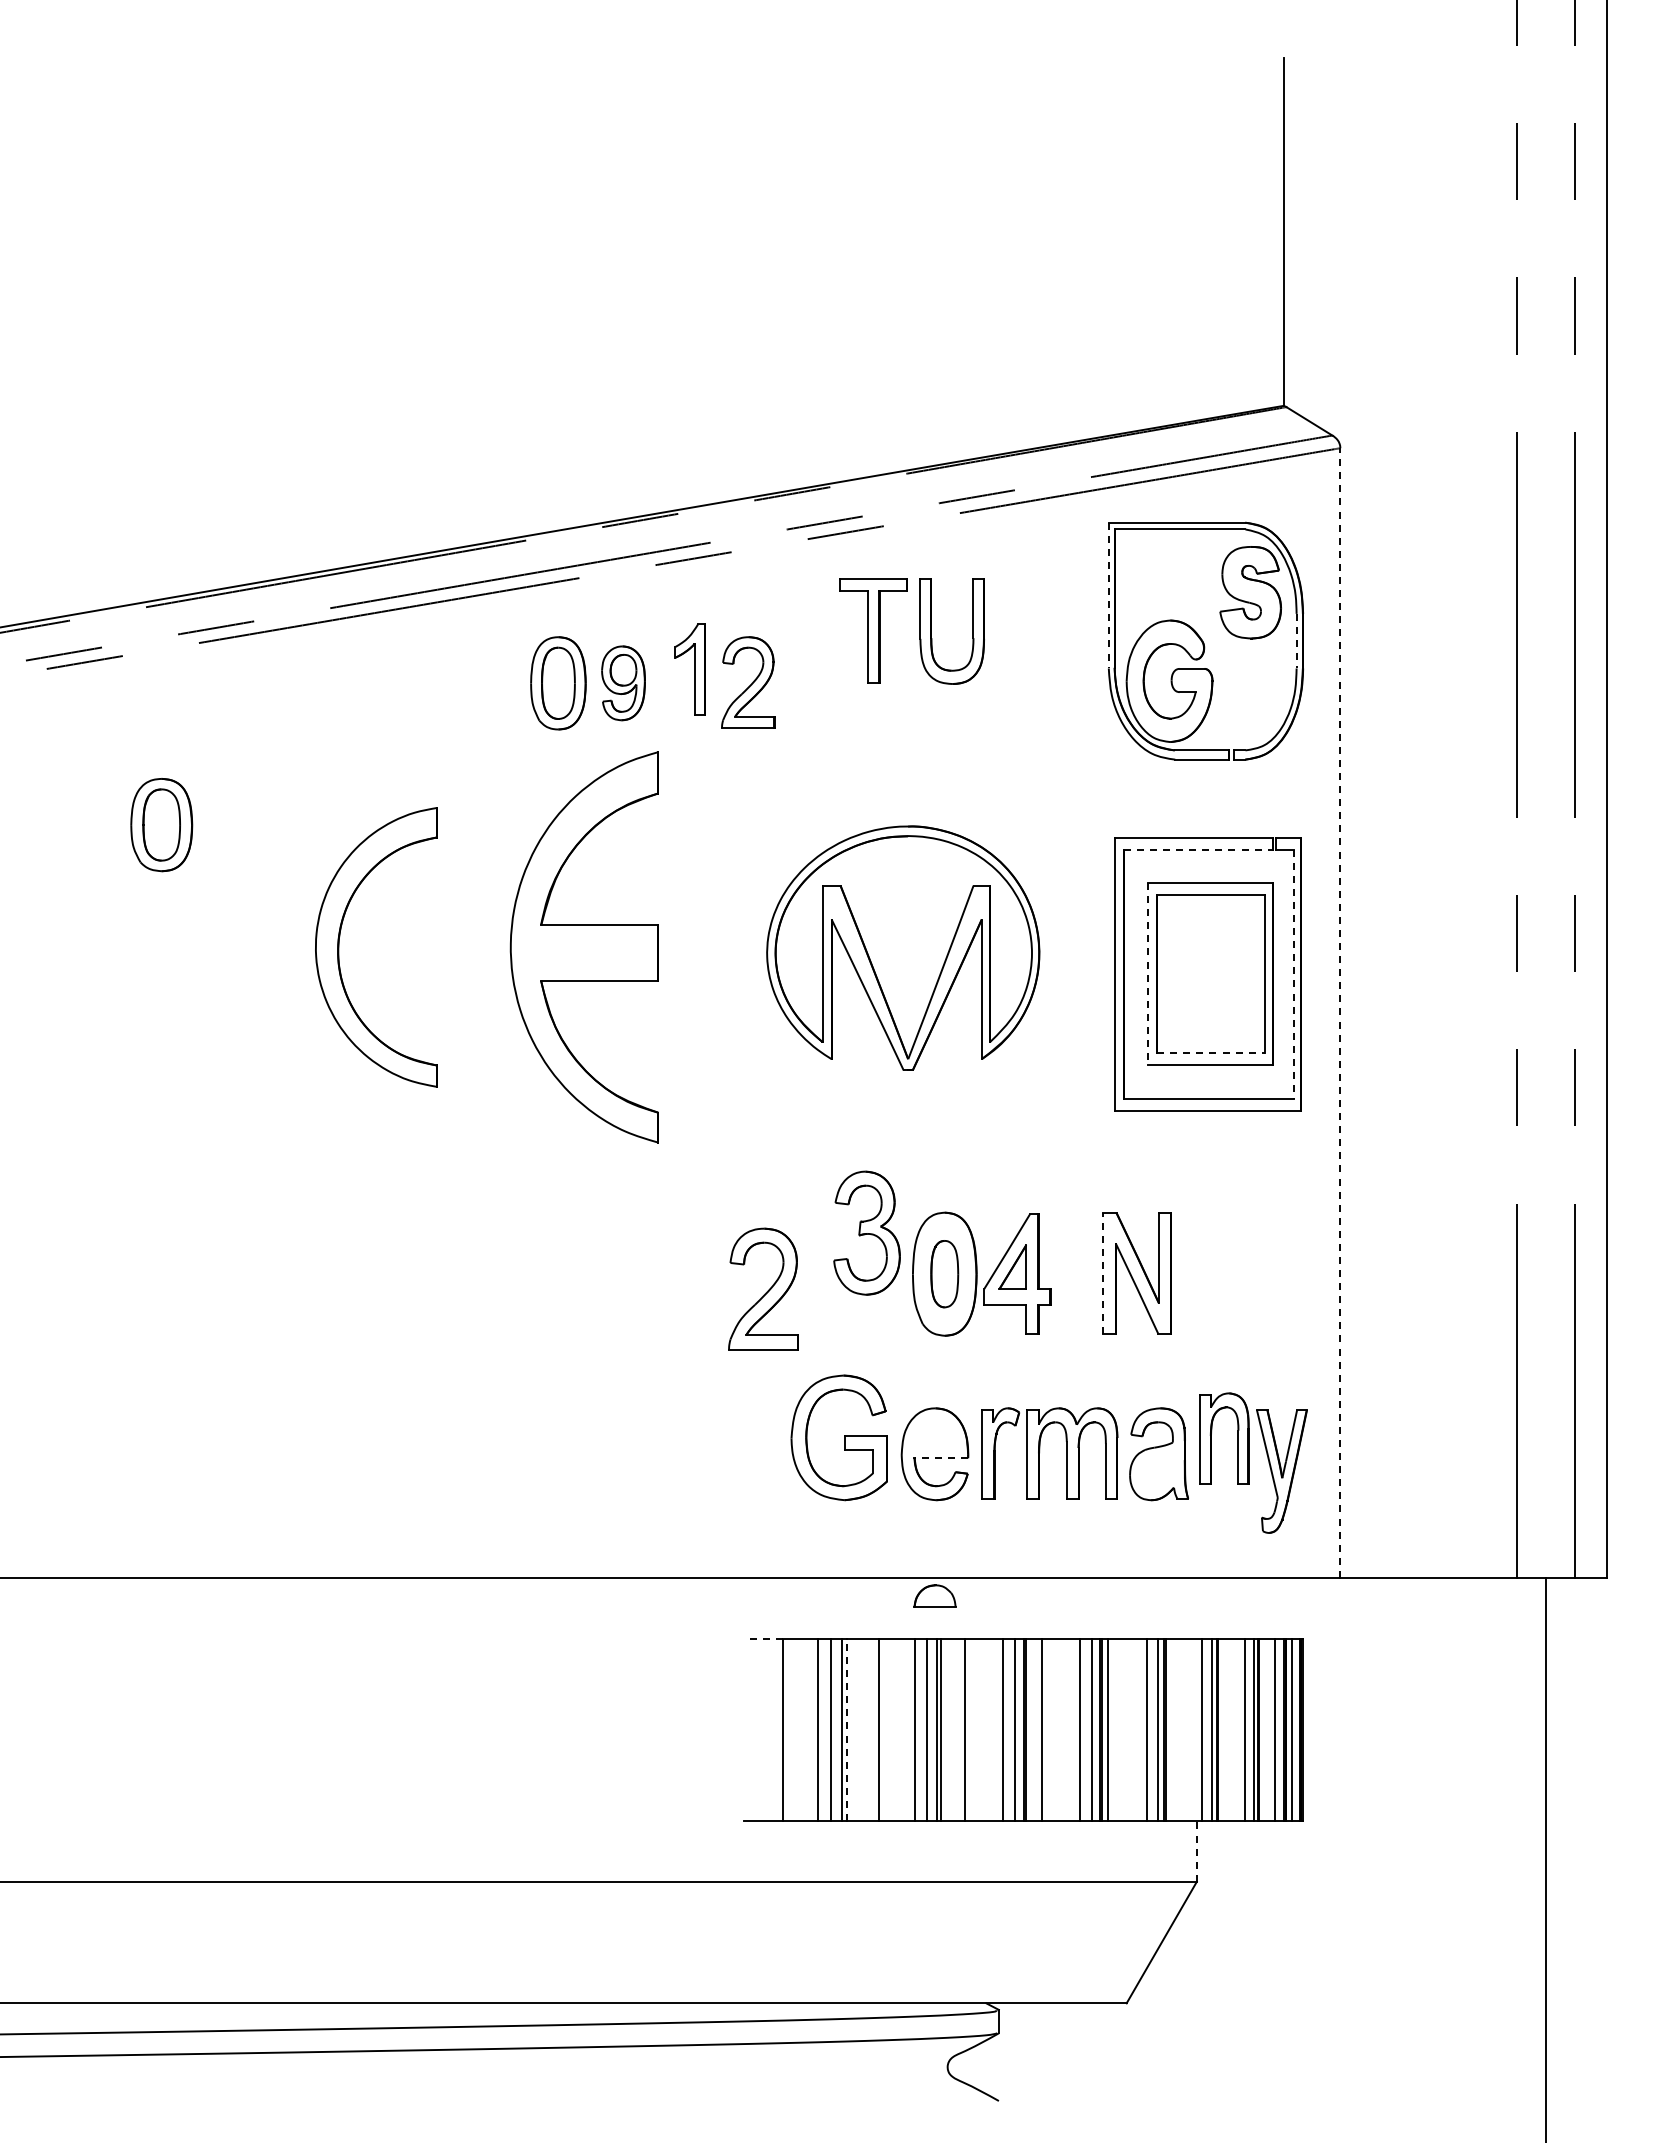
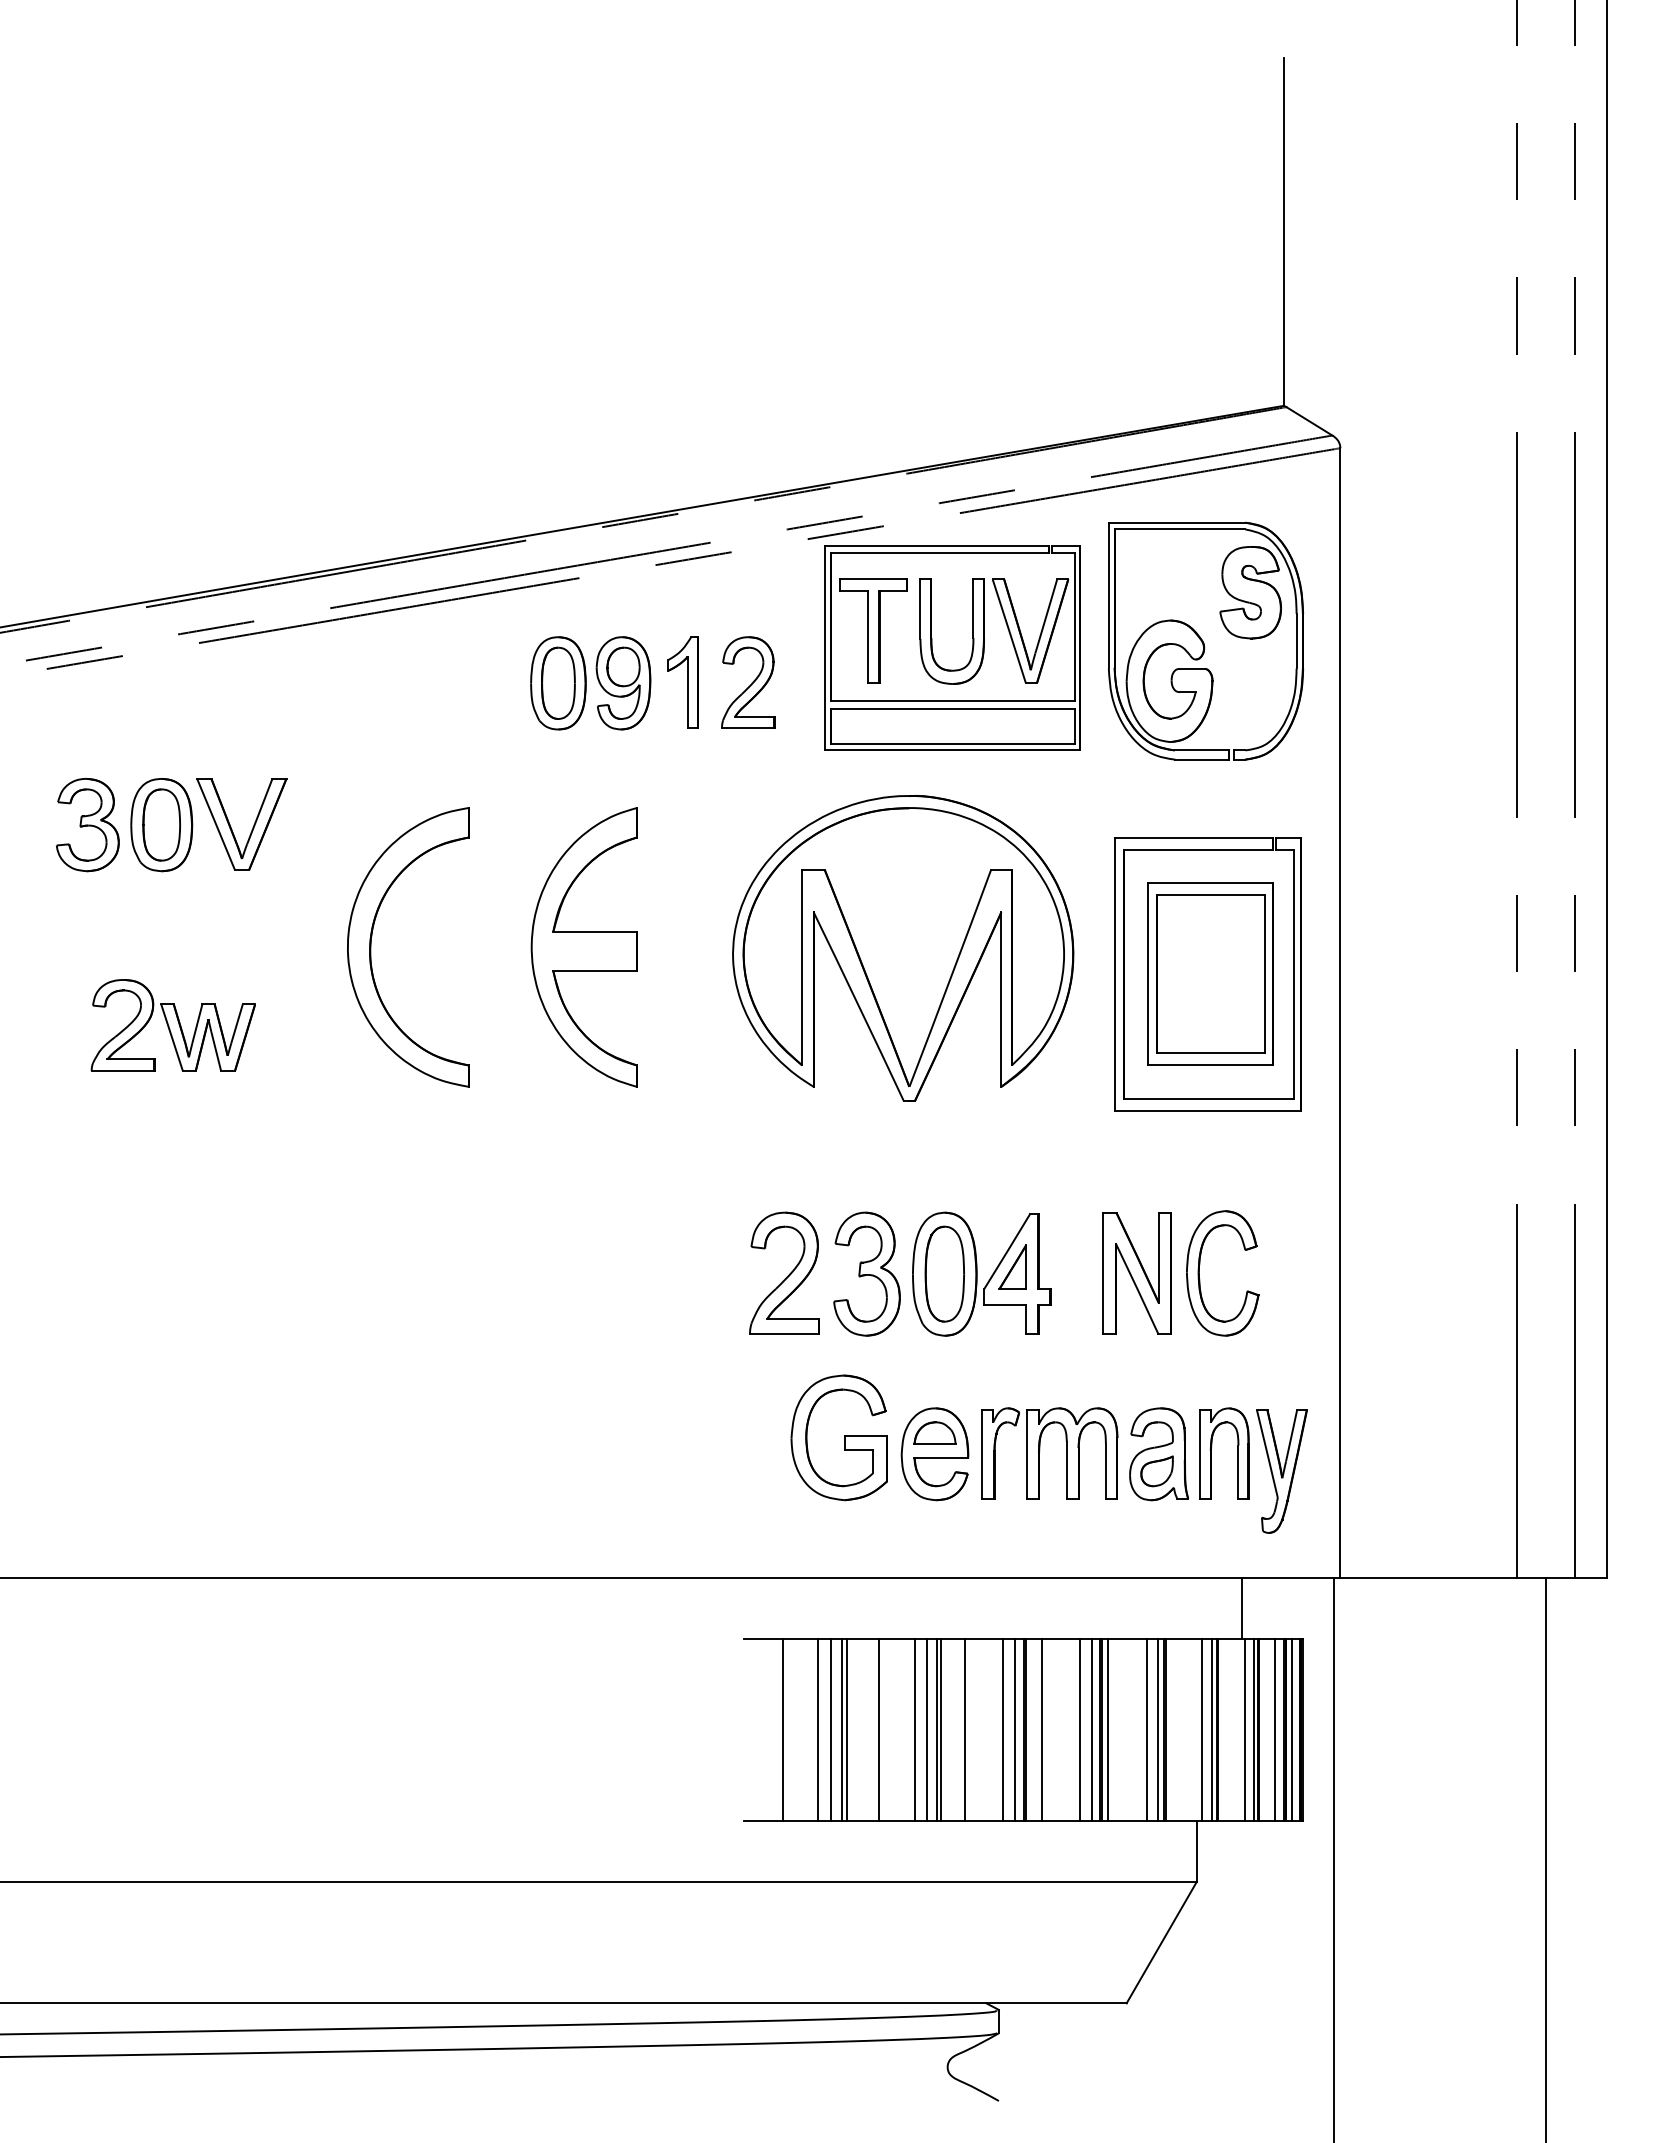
line at (1108, 595): dashed -> solid
line at (1296, 641): dashed -> solid
part at (689, 669) position: (689, 669) -> (682, 682)
part at (623, 683) size: 45x77 px -> 57x95 px
part at (952, 700): none -> present
part at (87, 824): none -> present
part at (231, 826): none -> present
line at (1198, 849): dashed -> solid
part at (339, 947) position: (339, 947) -> (371, 947)
part at (583, 947) size: 150x393 px -> 108x281 px
part at (903, 947) size: 275x246 px -> 343x307 px
line at (1148, 974): dashed -> solid
line at (1293, 974): dashed -> solid
line at (1340, 1013): dashed -> solid
part at (172, 1025): none -> present
line at (1211, 1053): dashed -> solid
part at (866, 1232) position: (866, 1232) -> (866, 1273)
line at (1103, 1273): dashed -> solid
part at (944, 1274) size: 30x69 px -> 41x98 px
part at (1200, 1279): none -> present
part at (763, 1288) position: (763, 1288) -> (784, 1272)
part at (1211, 1438) position: (1211, 1438) -> (1211, 1453)
line at (941, 1458): dashed -> solid
part at (1156, 1471): none -> present
part at (934, 1595) position: (934, 1595) -> (934, 1432)
line at (1242, 1607): none -> present
line at (763, 1638): dashed -> solid
line at (846, 1729): dashed -> solid
line at (1196, 1850): dashed -> solid
line at (1333, 1858): none -> present
